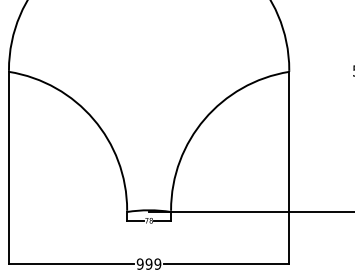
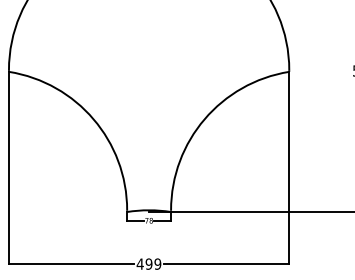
text at (139, 263): 999 -> 499
